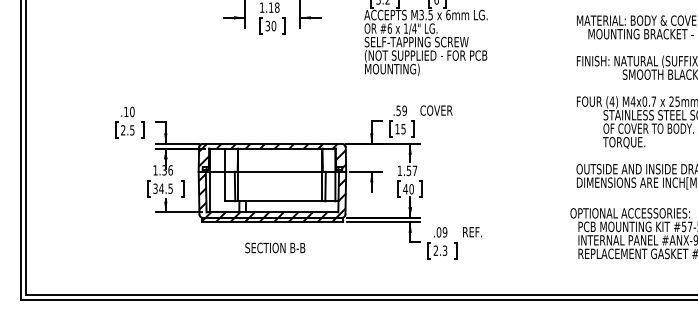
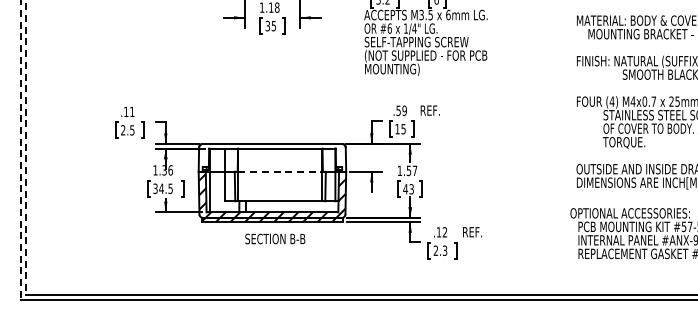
text at (273, 26): 30 -> 35
text at (436, 110): COVER -> REF.
text at (132, 111): .10 -> .11
line at (26, 147): solid -> dashed
line at (20, 150): solid -> dashed
hatch at (272, 157): present -> none
line at (280, 171): solid -> dashed
text at (411, 189): 40 -> 43
text at (441, 232): .09 -> .12
text at (275, 247) position: (275, 247) -> (275, 238)
